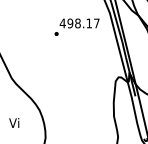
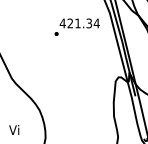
text at (83, 23): 498.17 -> 421.34
text at (14, 122) position: (14, 122) -> (14, 129)
